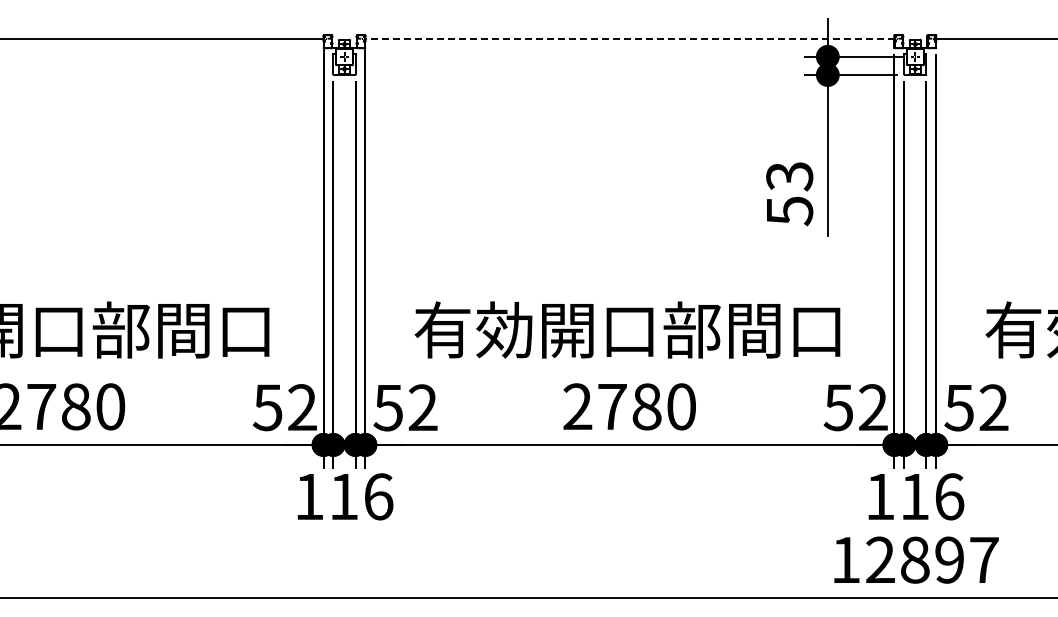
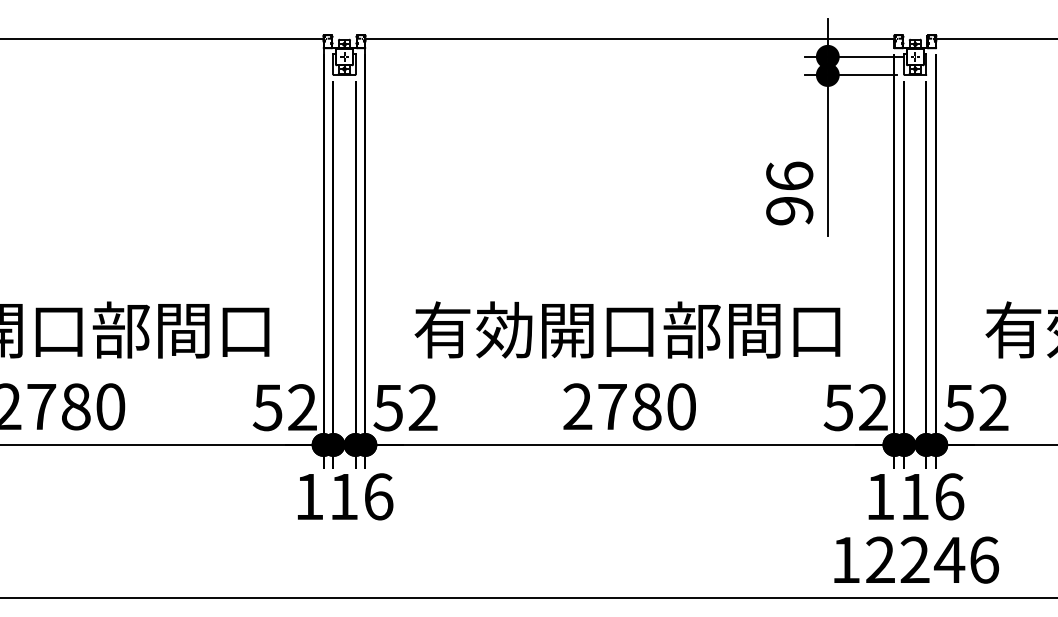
line at (629, 38): dashed -> solid
text at (789, 193): 53 -> 96
text at (949, 559): 12897 -> 12246
